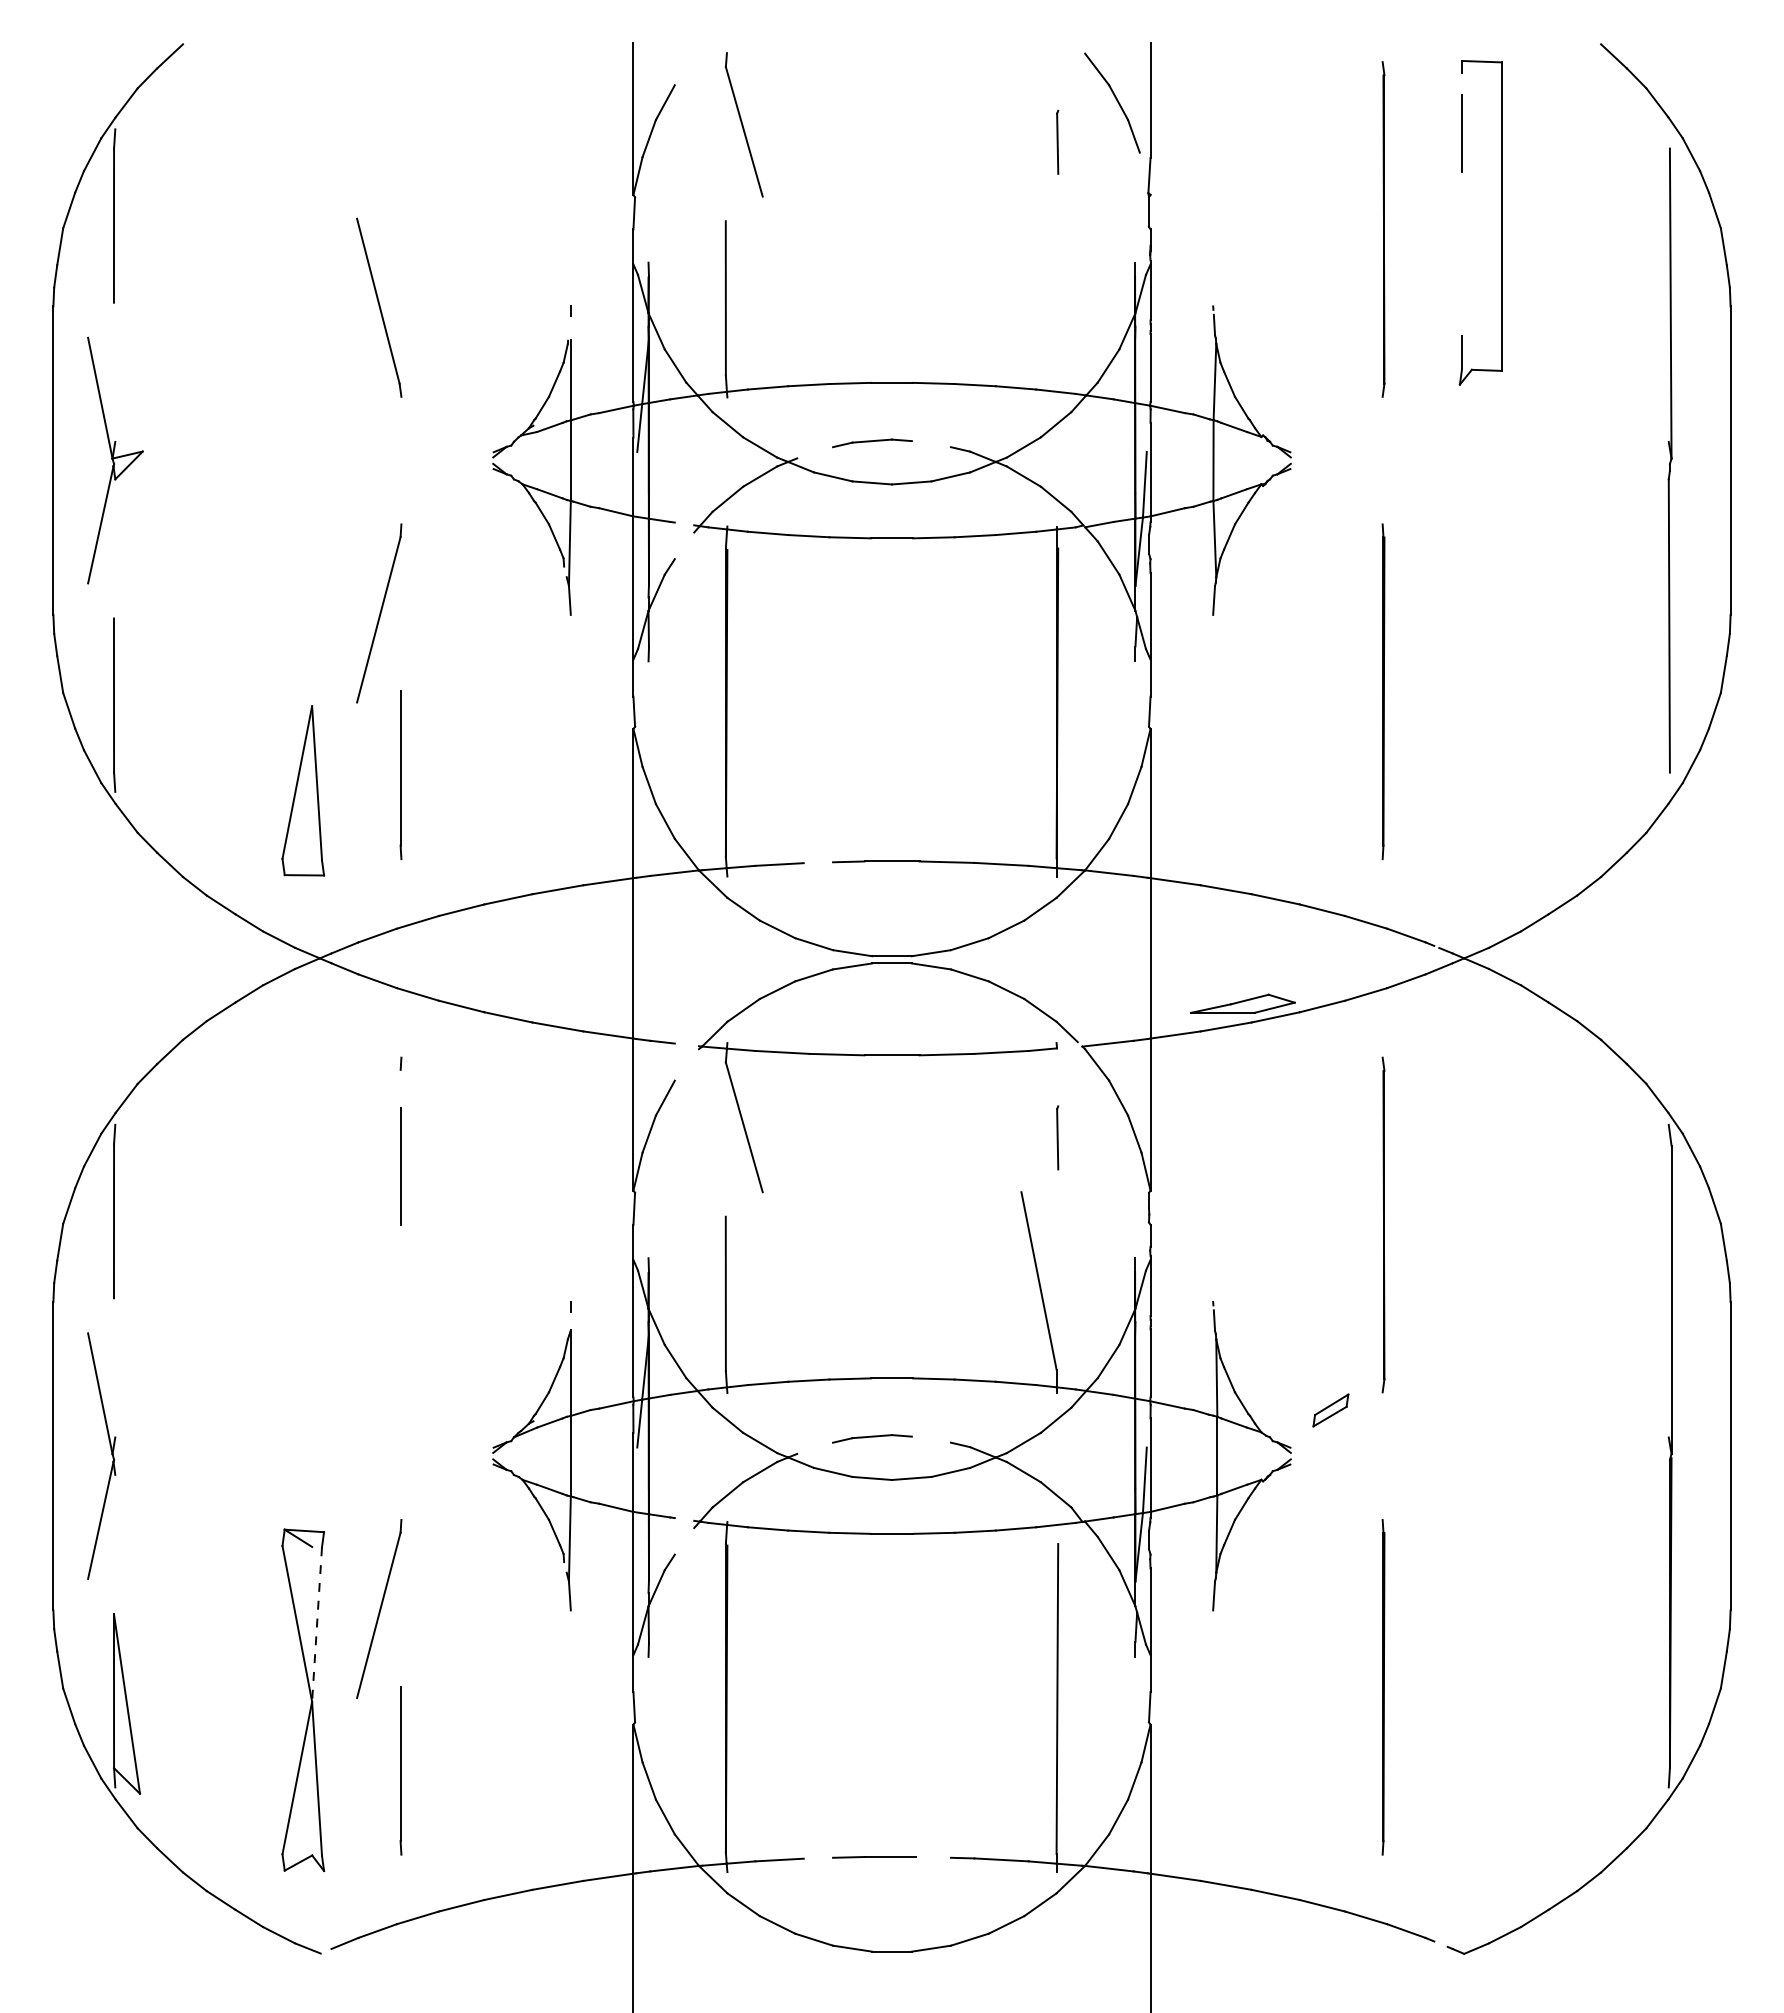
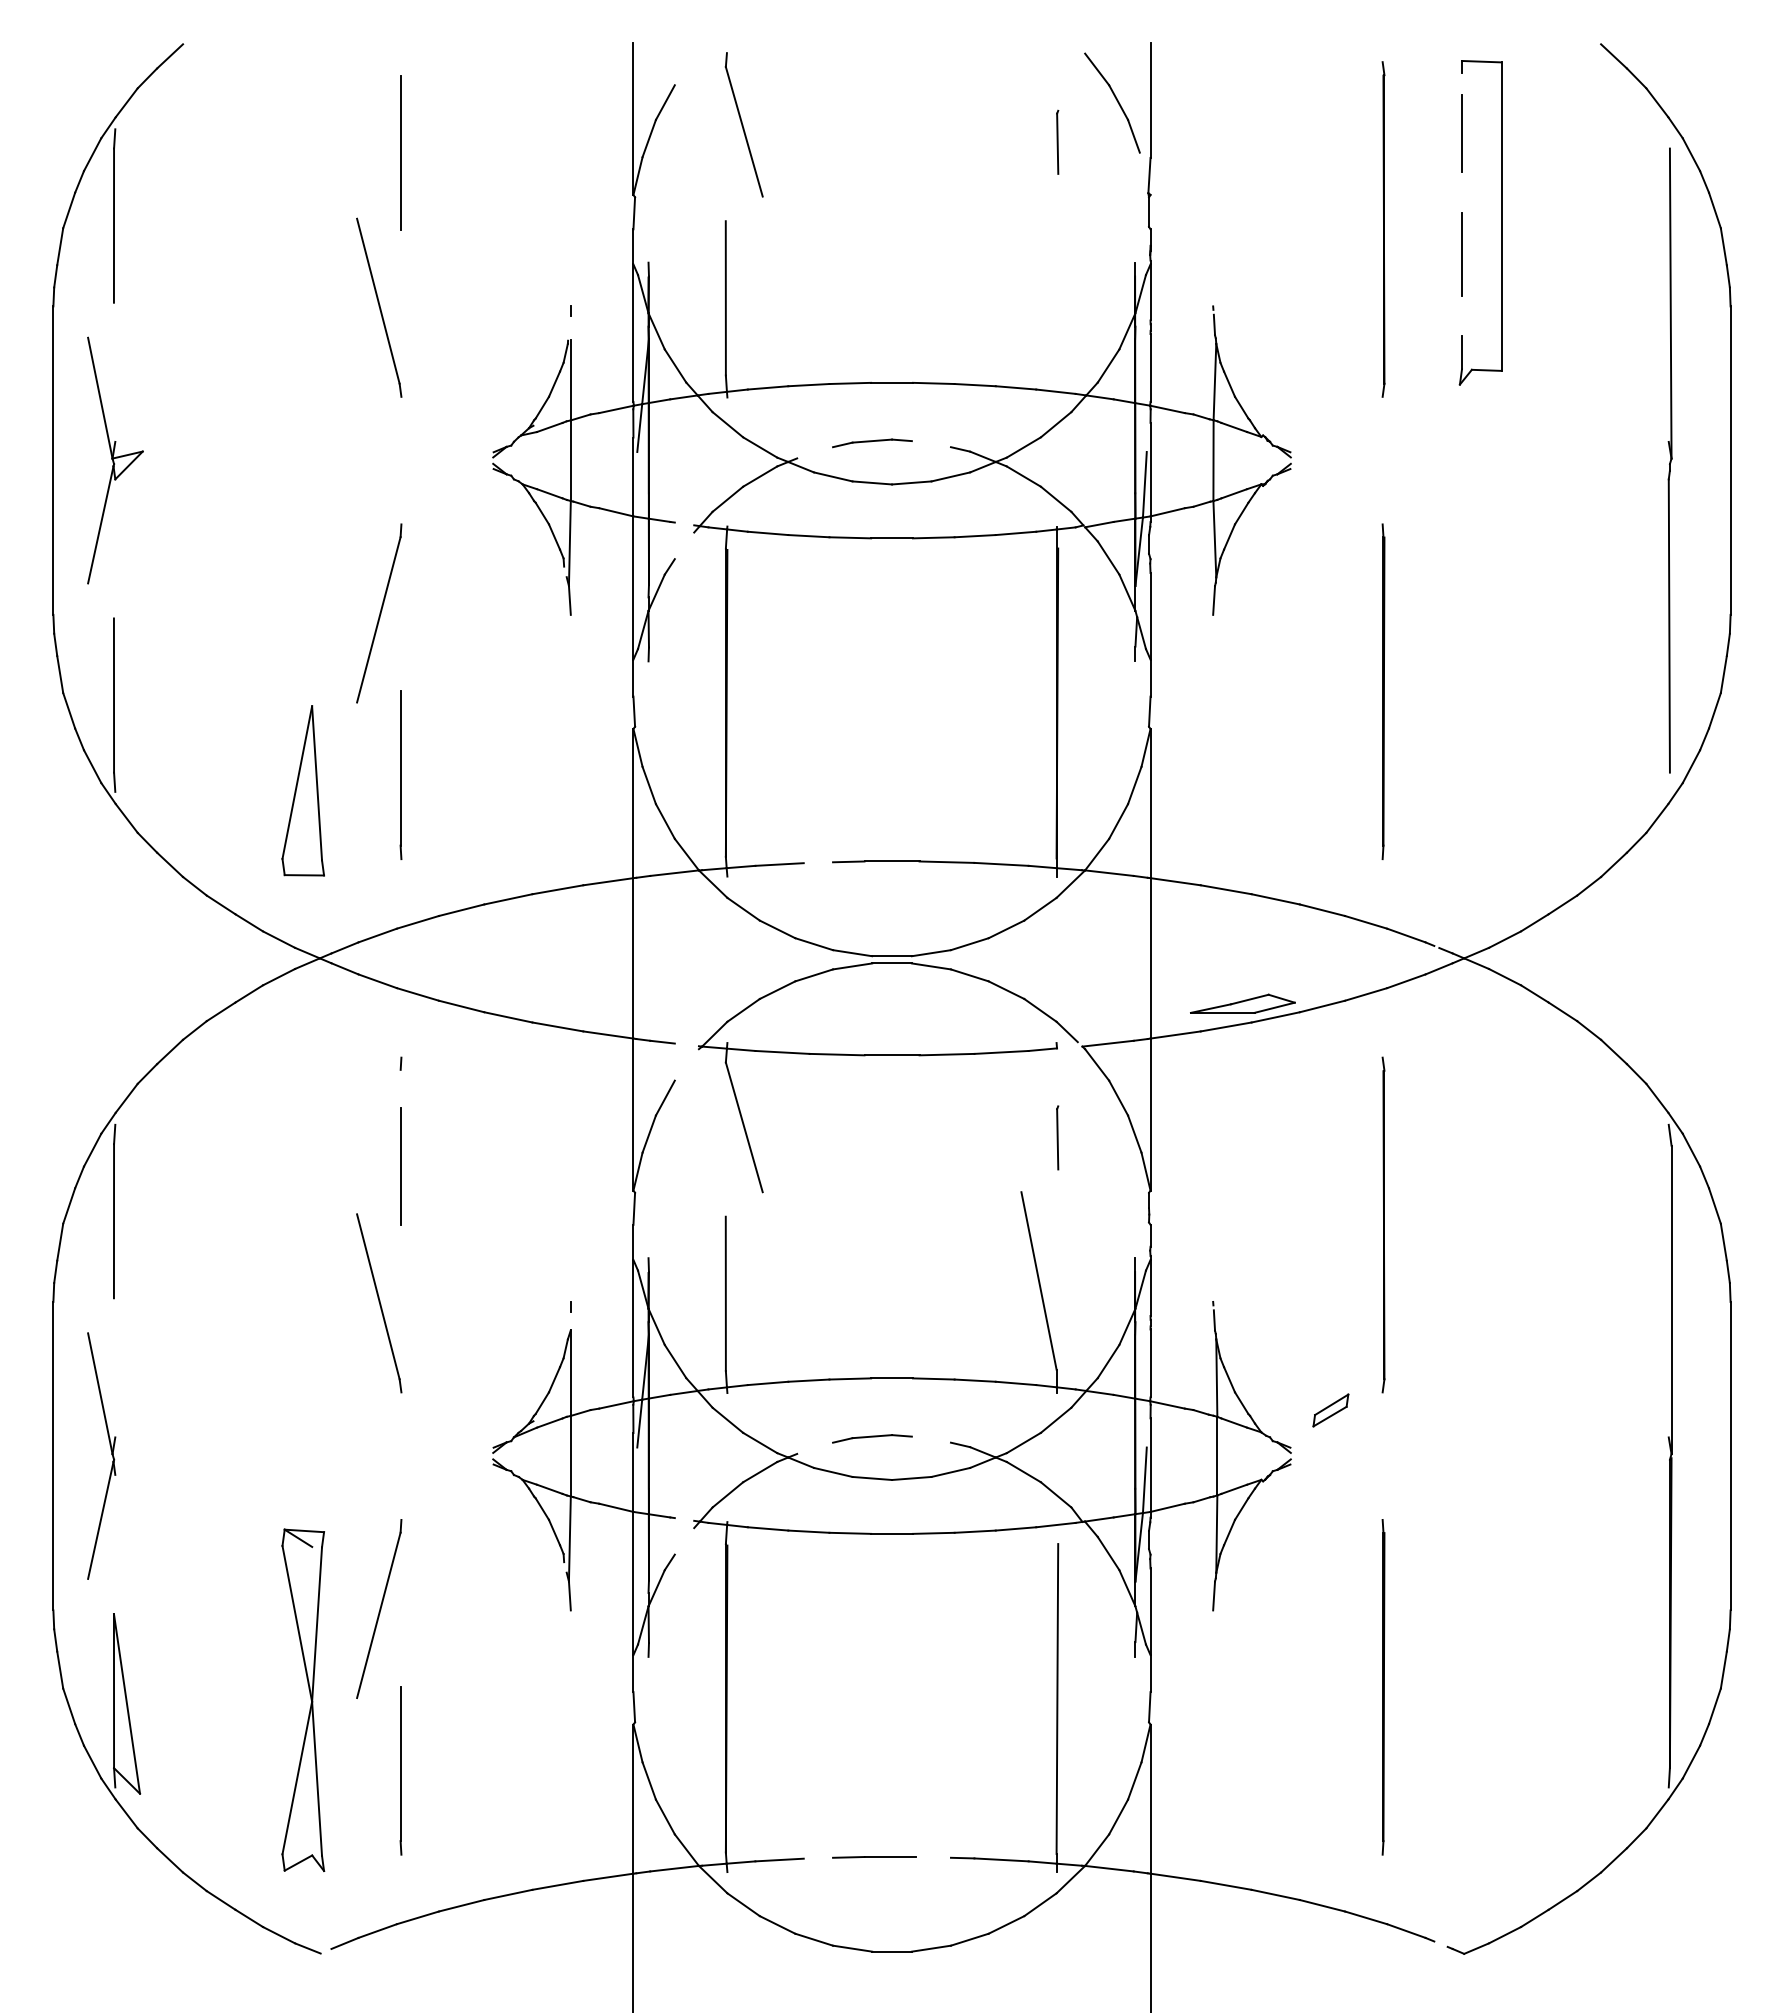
line at (400, 152): none -> present
line at (1461, 254): none -> present
part at (379, 1303): none -> present
line at (317, 1625): dashed -> solid
